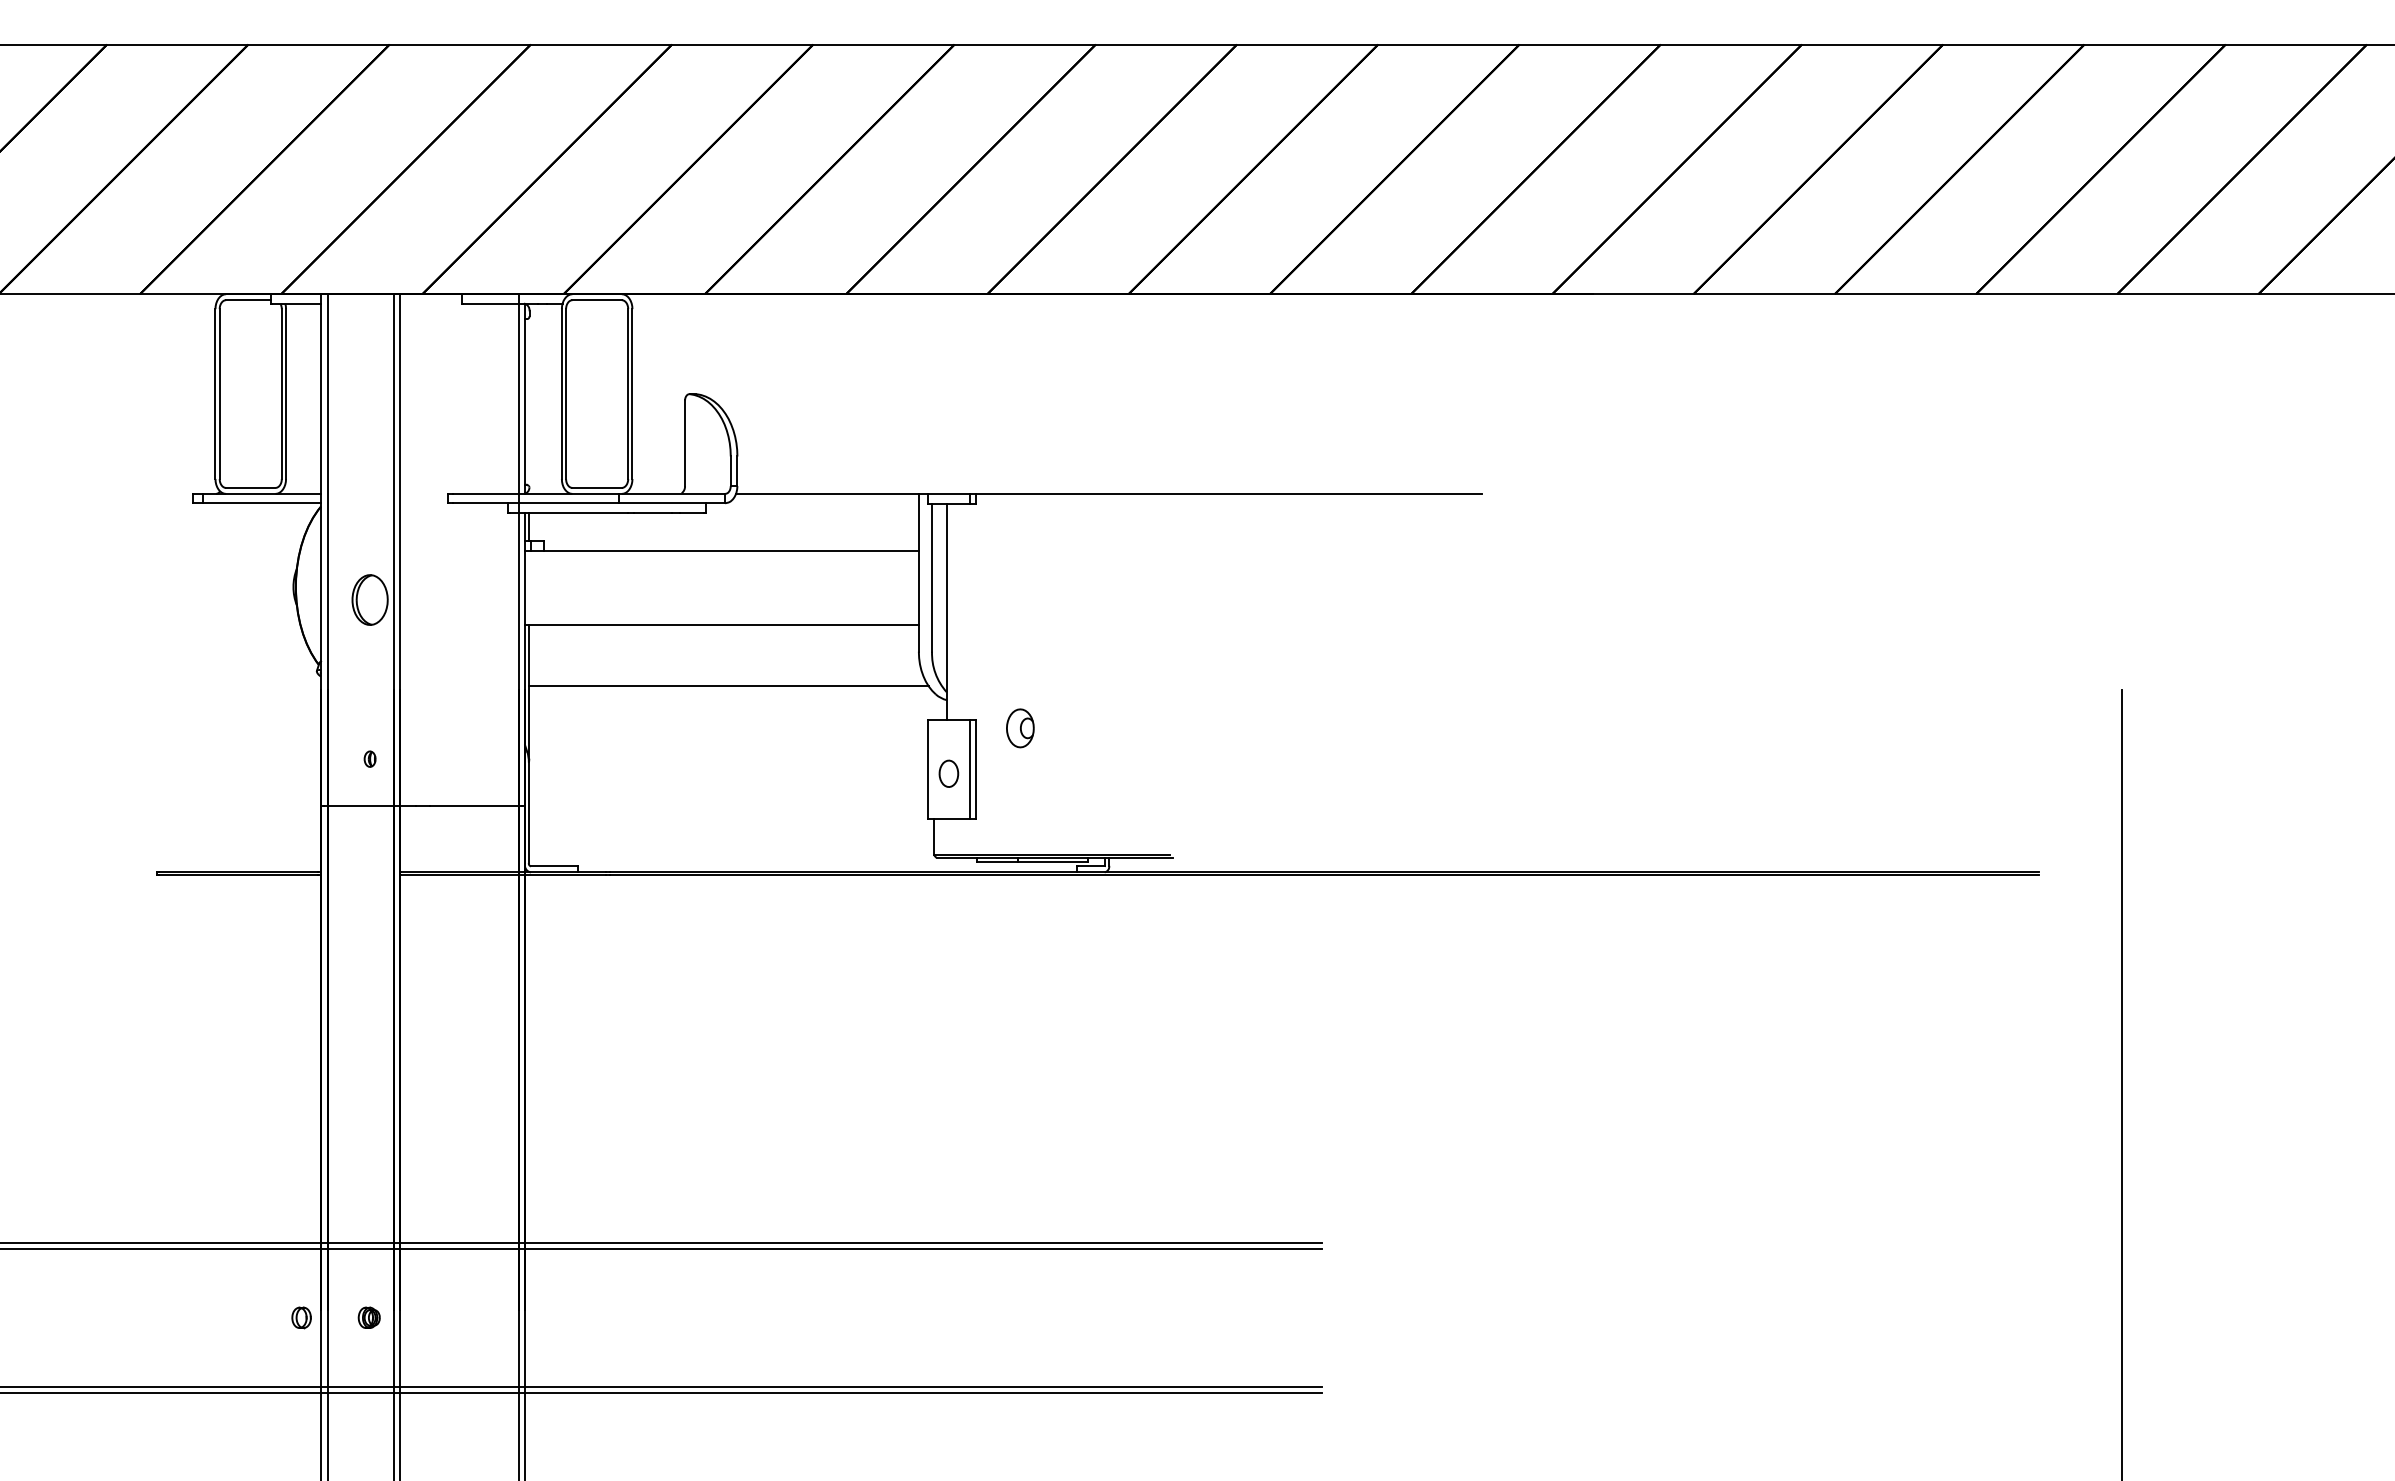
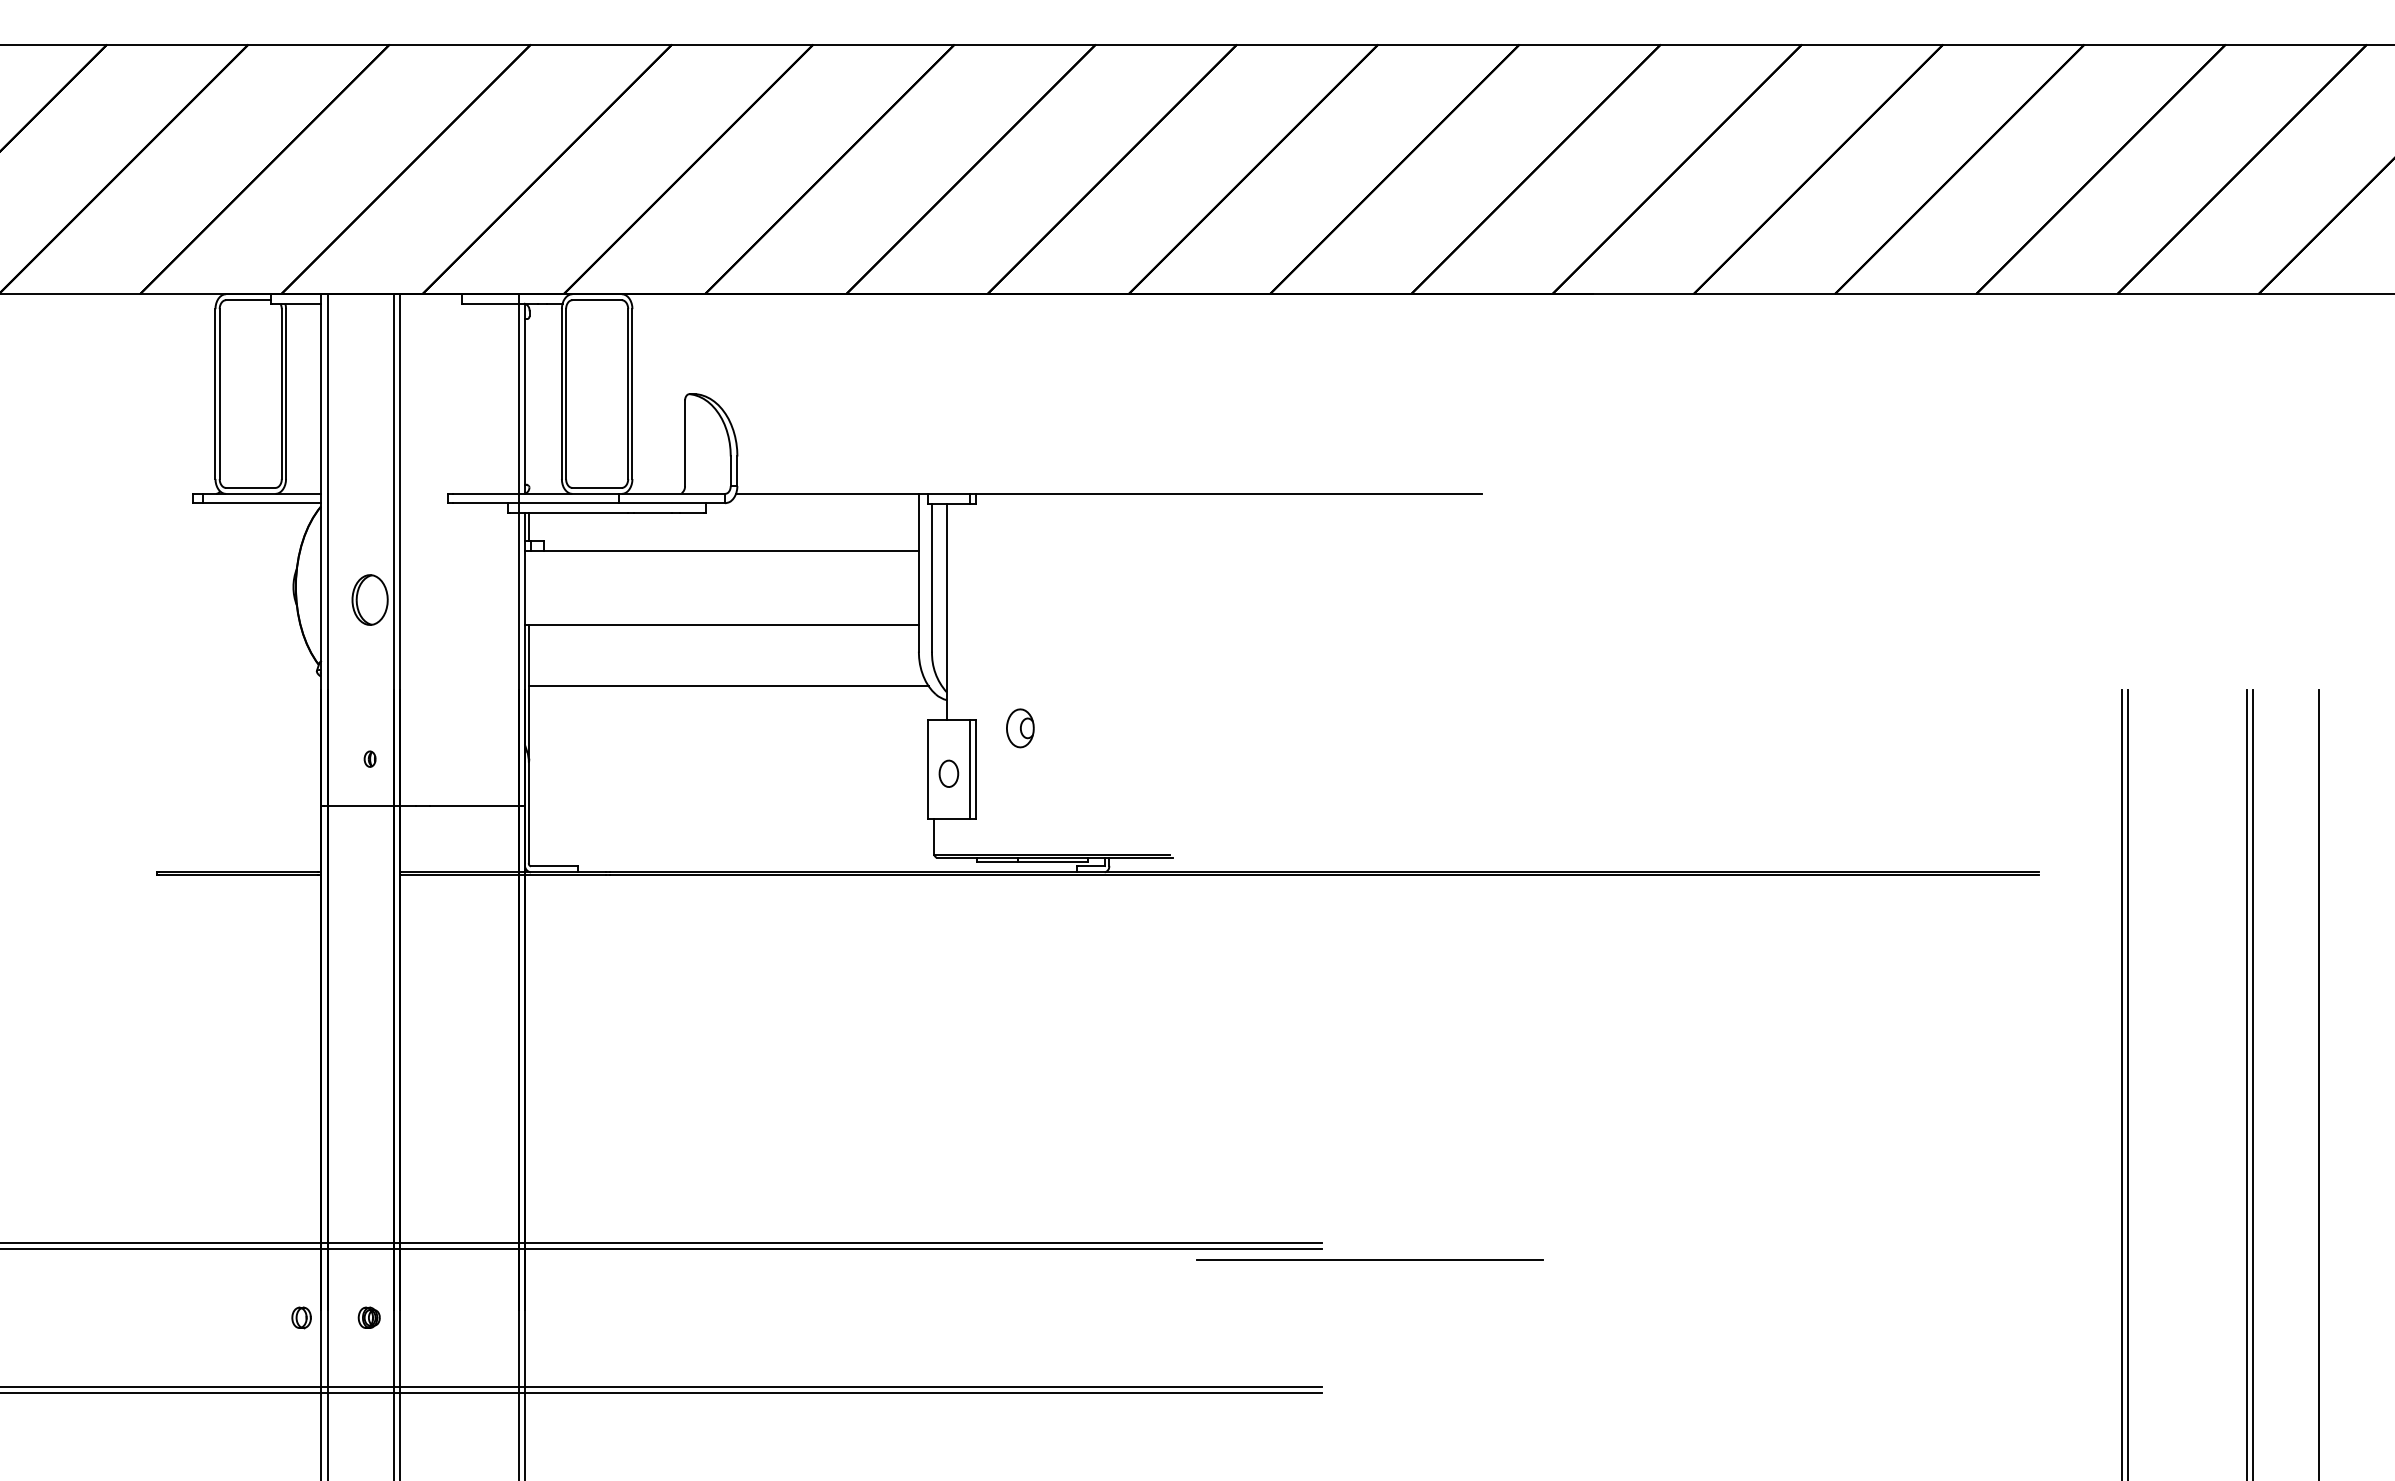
line at (2128, 1083): none -> present
line at (2247, 1083): none -> present
line at (2252, 1083): none -> present
line at (2319, 1083): none -> present
line at (1369, 1259): none -> present
